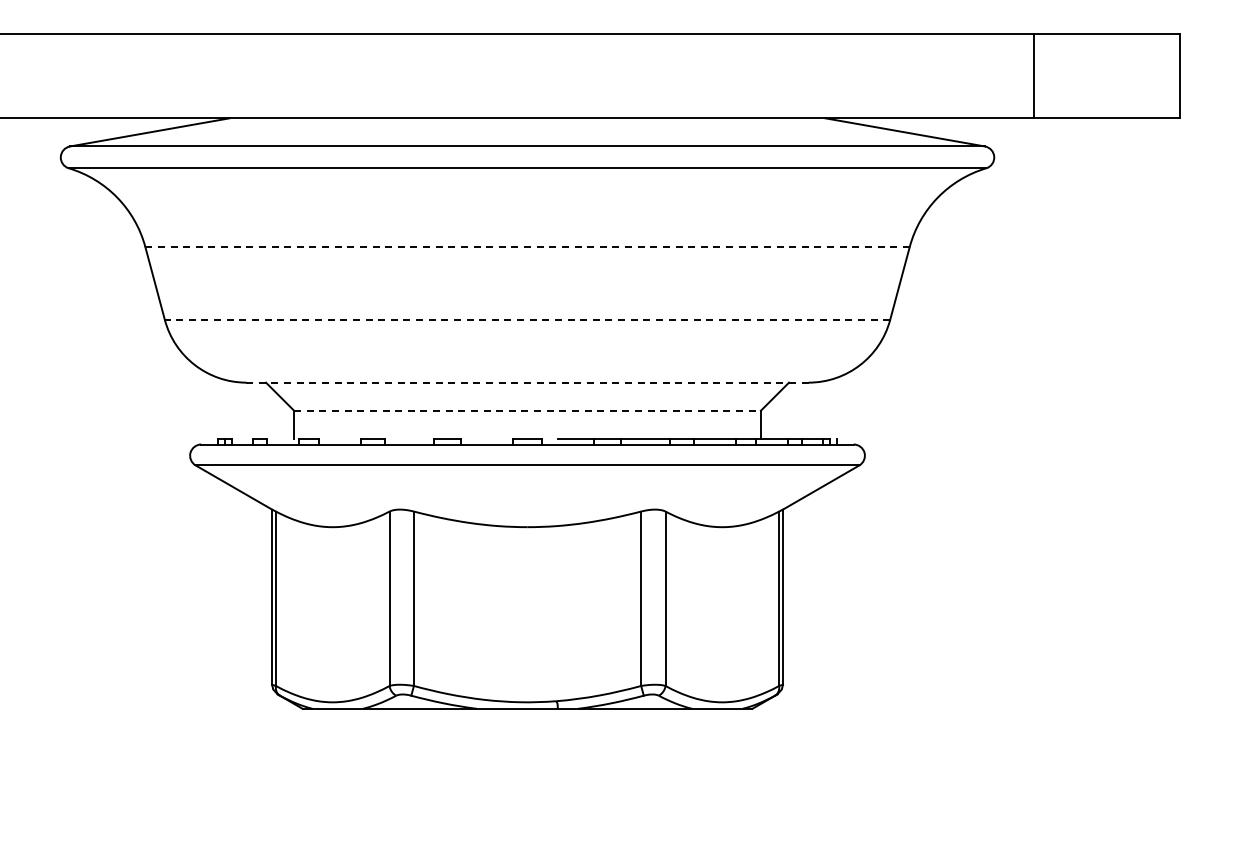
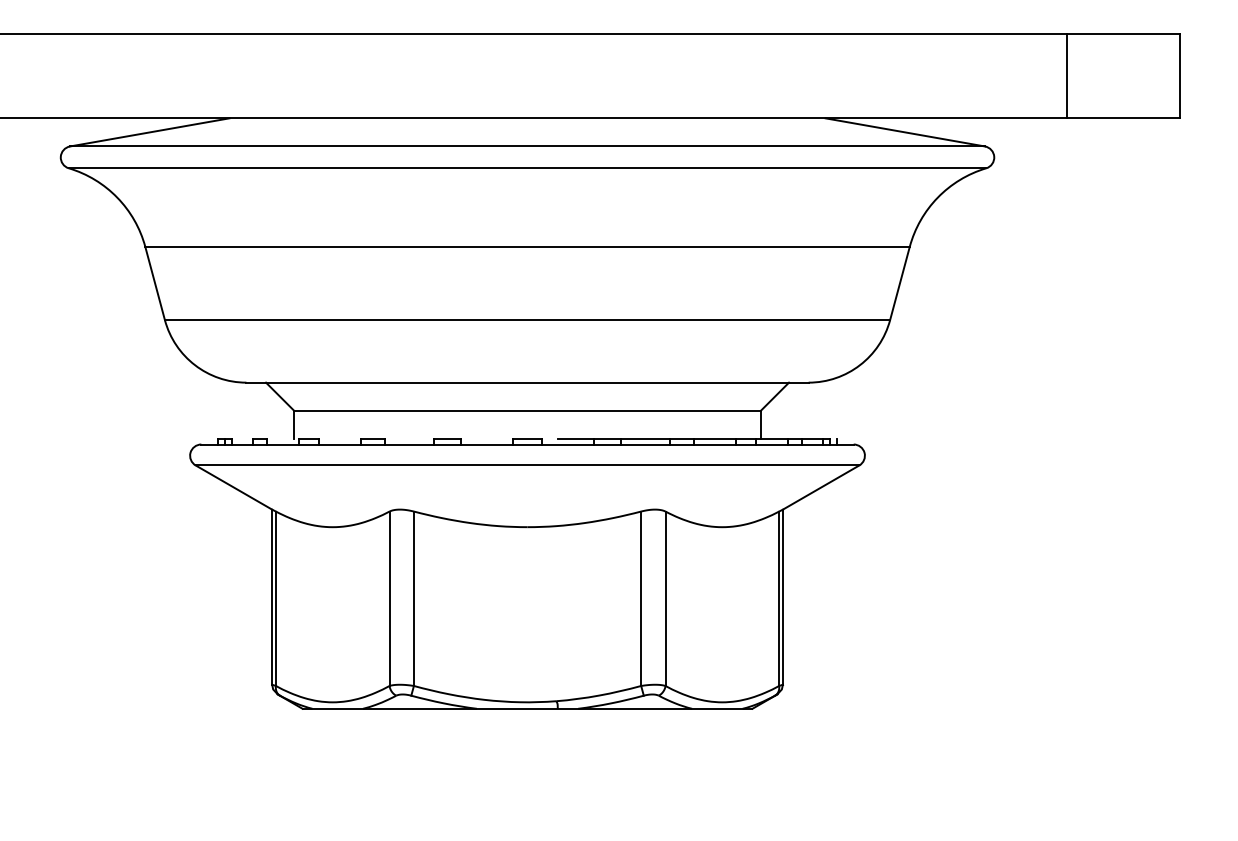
line at (1034, 76) position: (1034, 76) -> (1067, 76)
line at (528, 247): dashed -> solid
line at (527, 320): dashed -> solid
line at (527, 382): dashed -> solid
line at (528, 410): dashed -> solid
